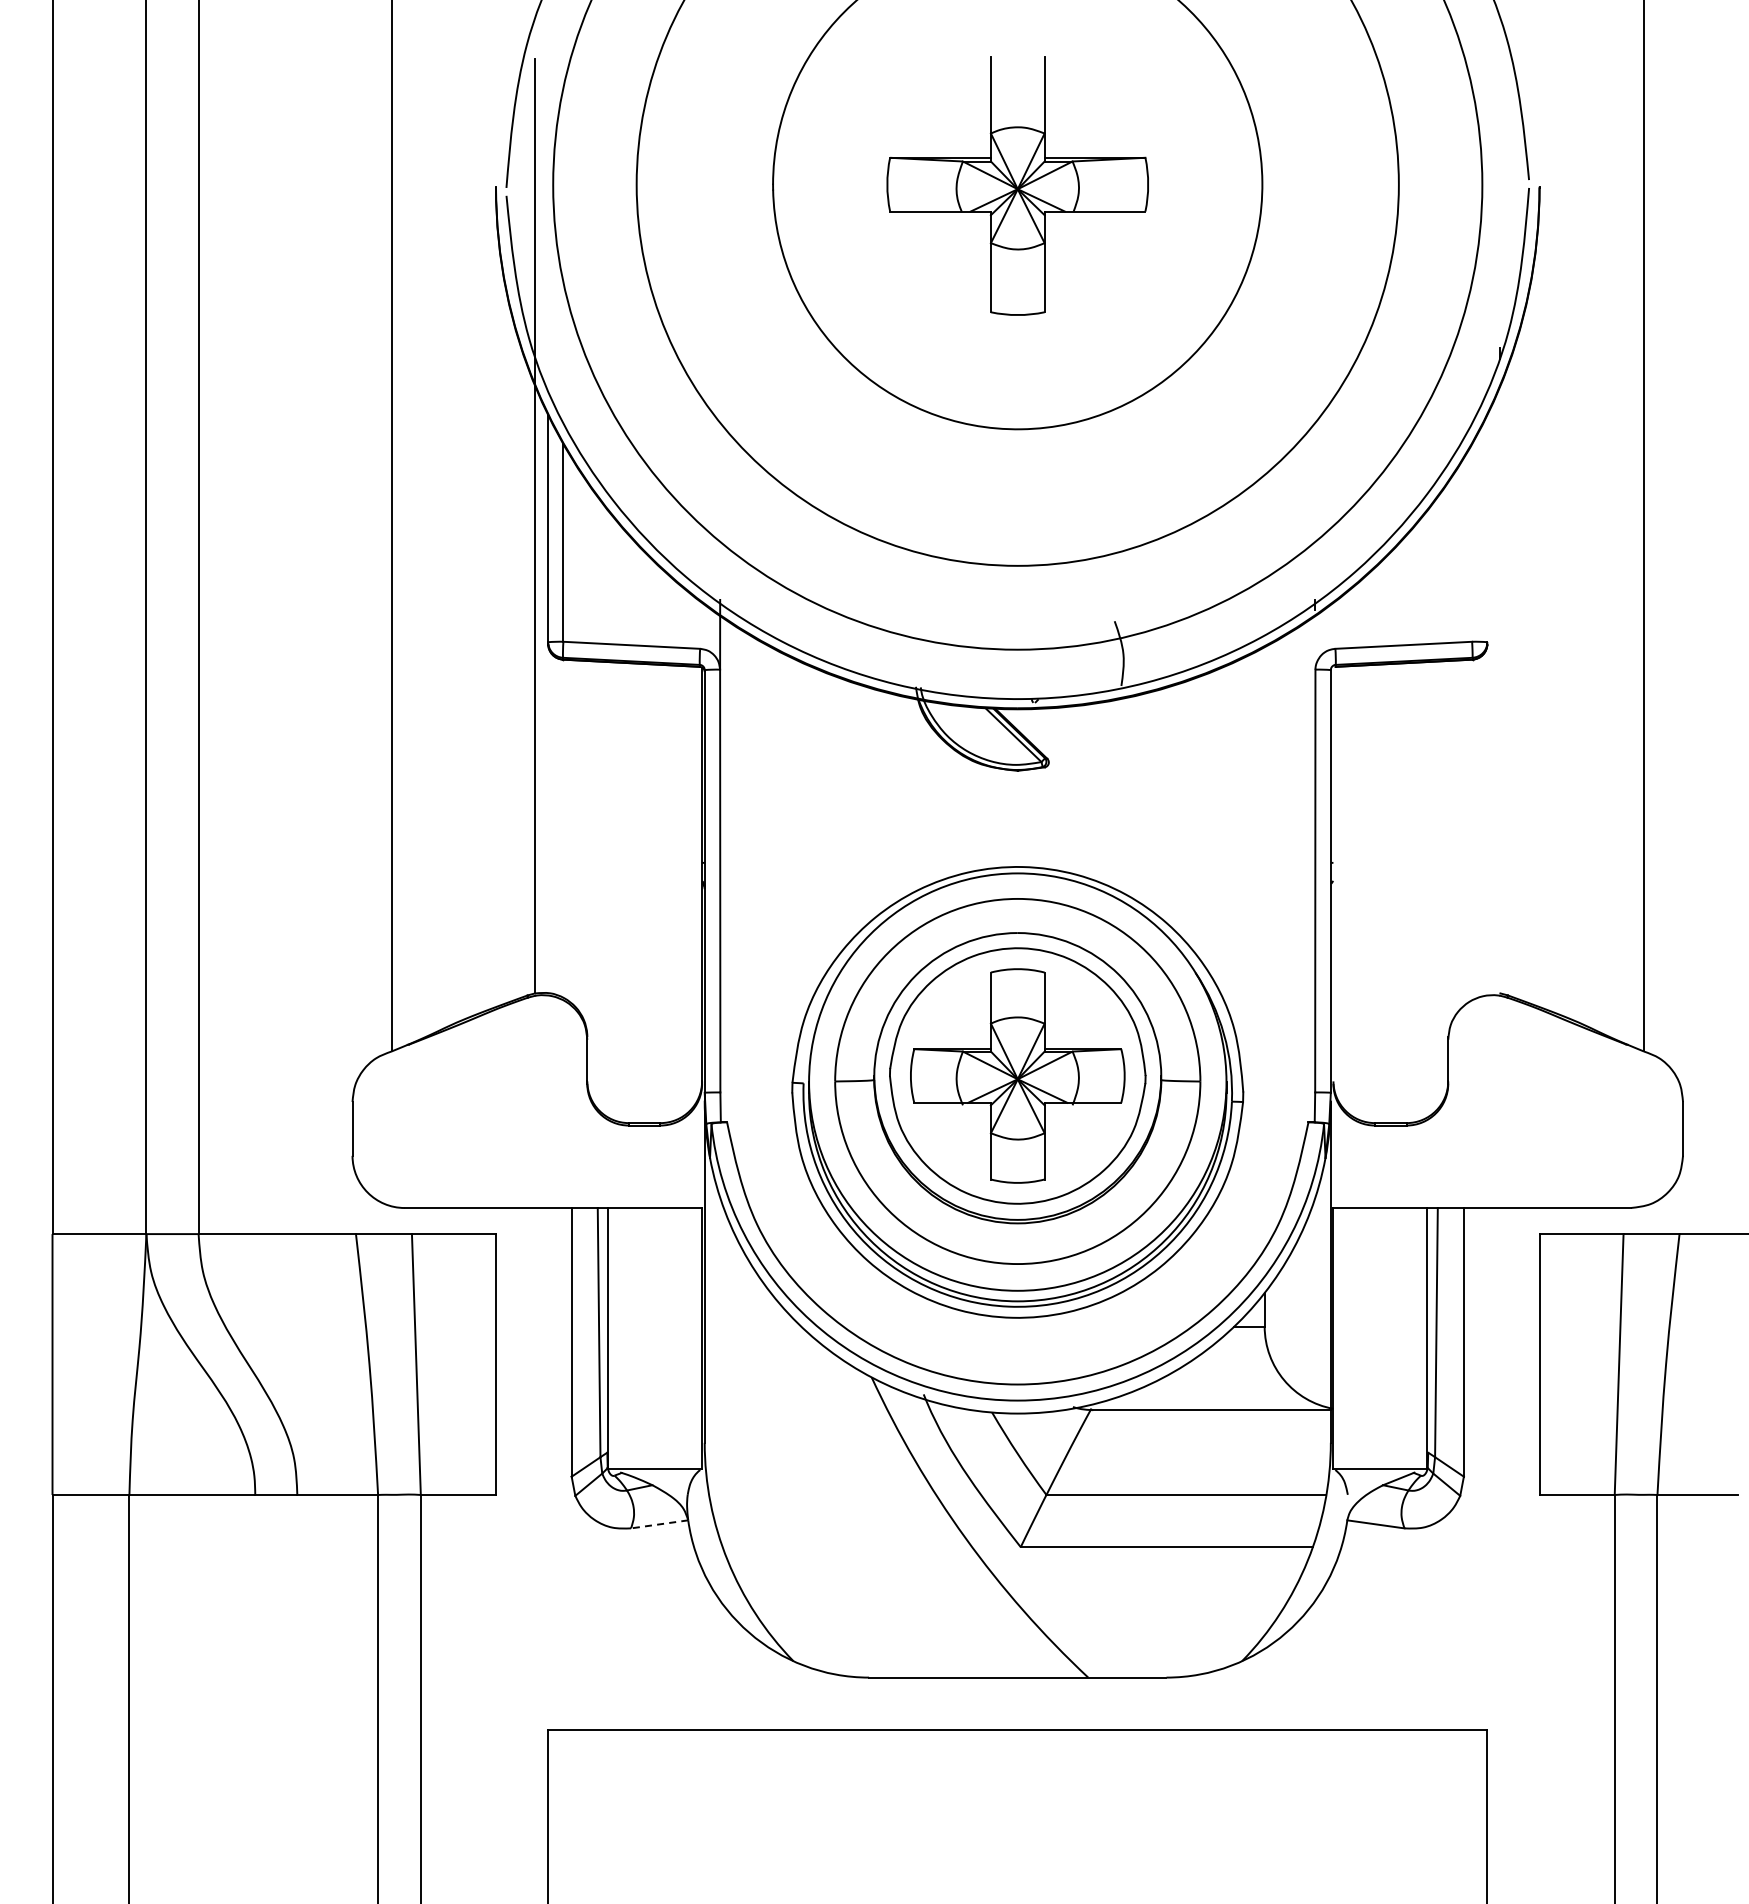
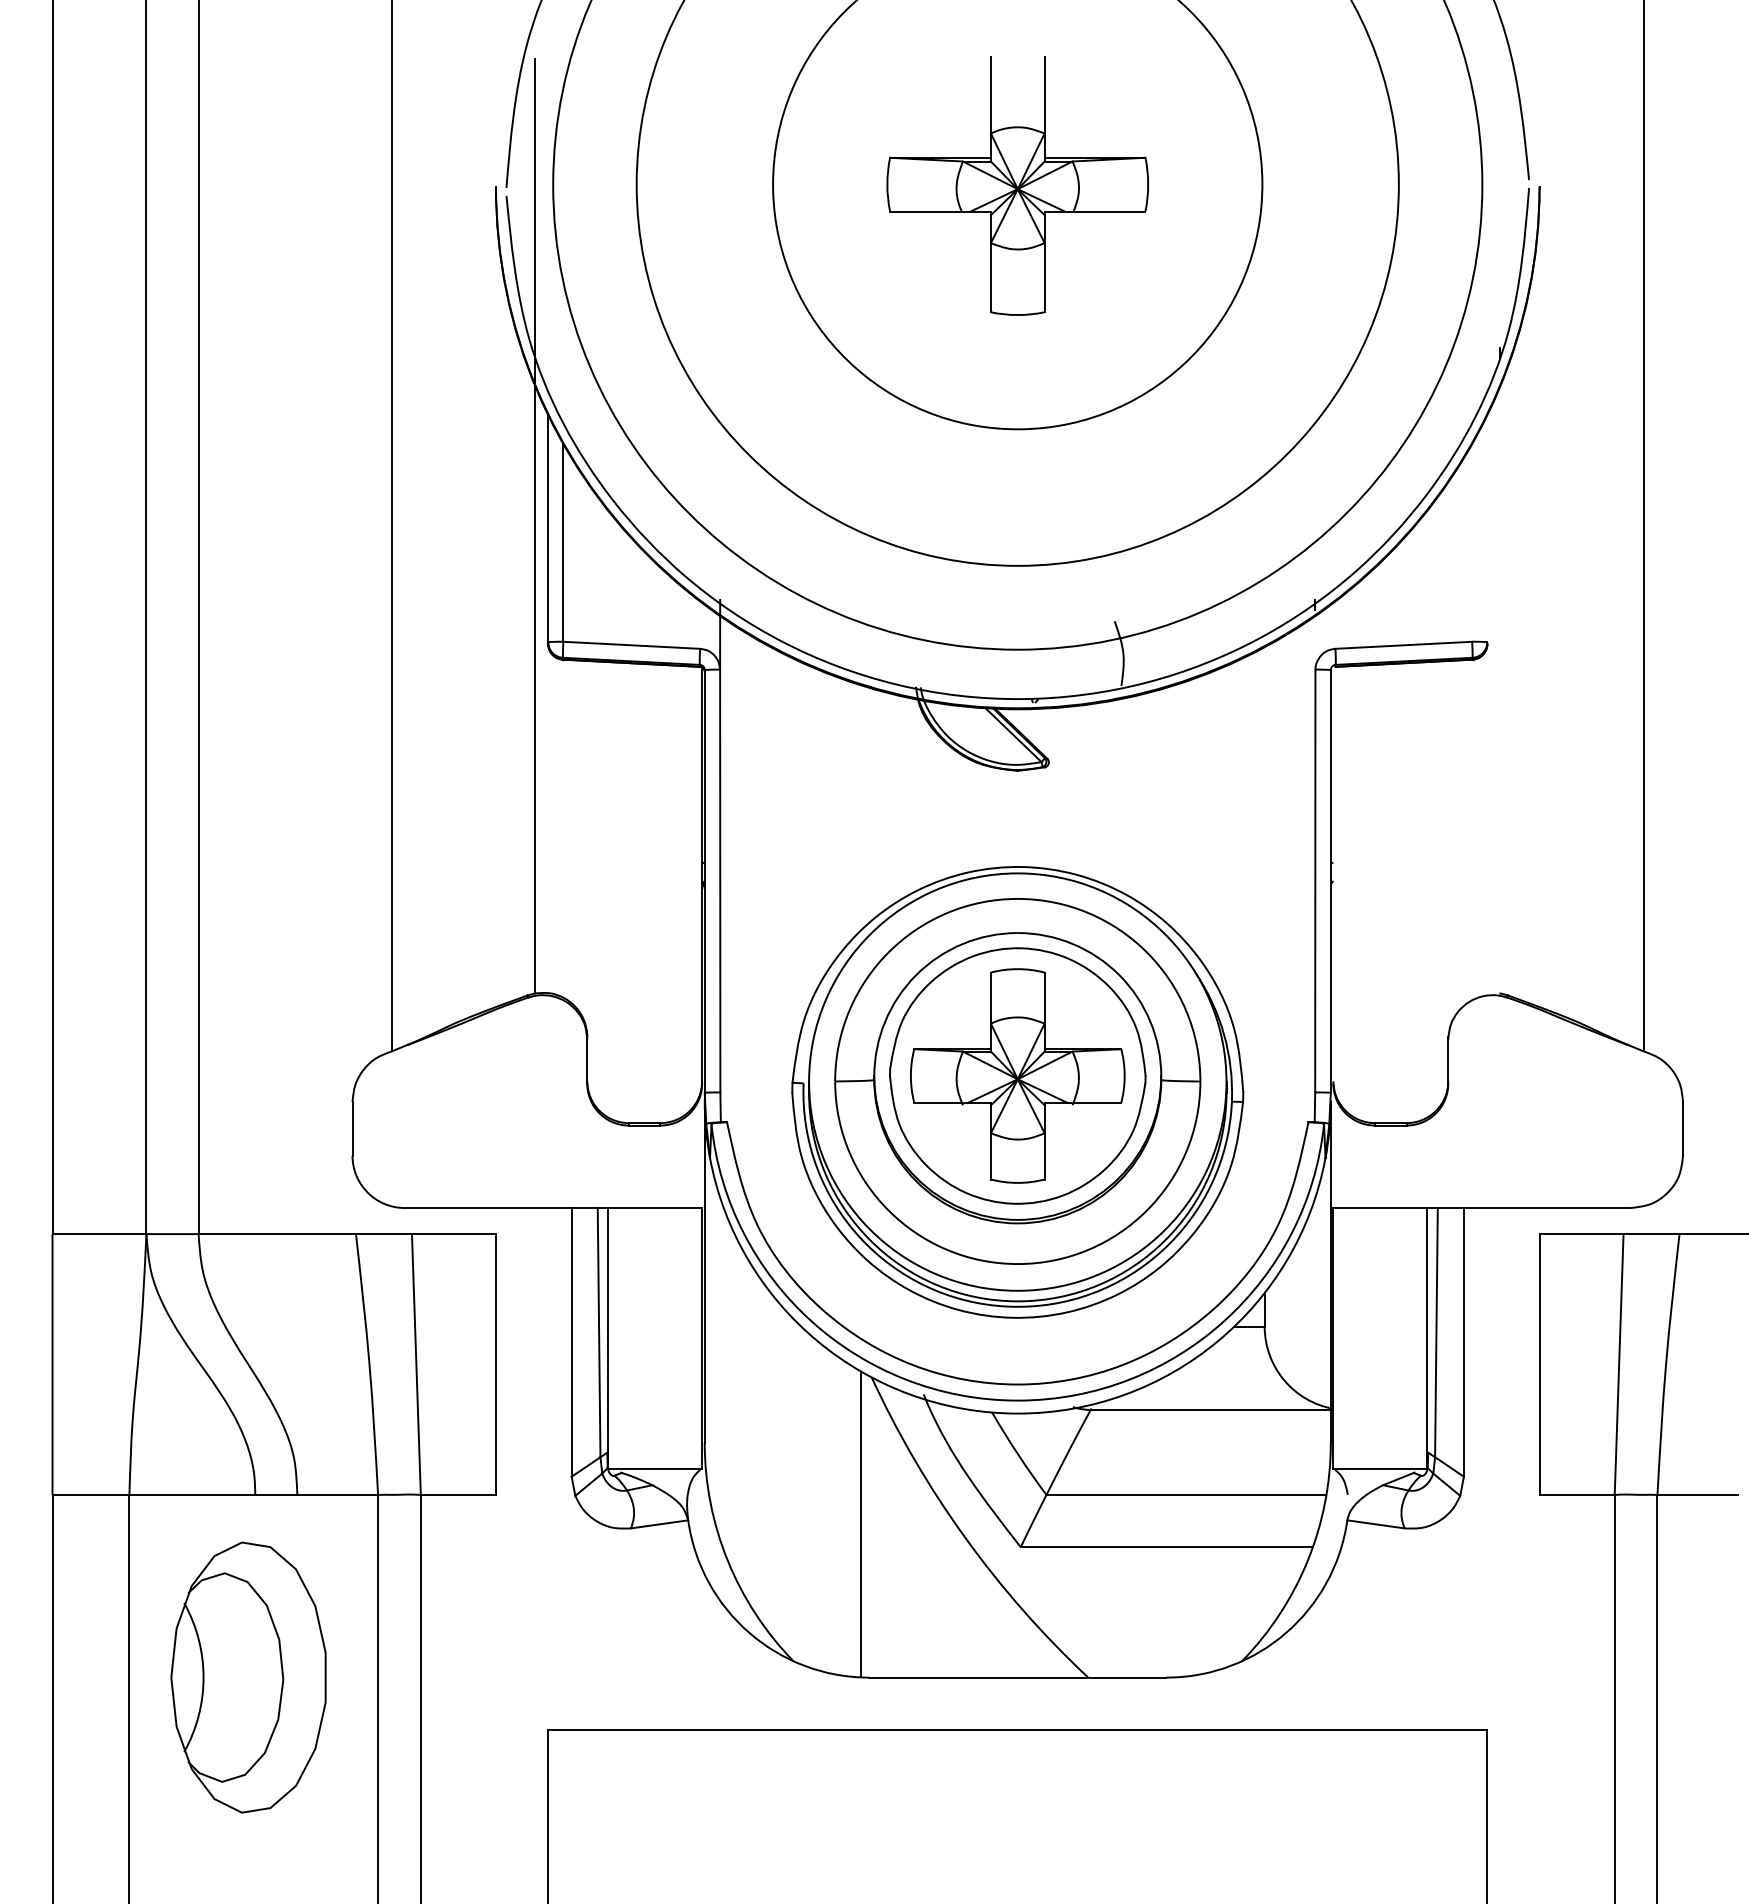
line at (659, 1524): dashed -> solid
line at (861, 1524): none -> present
part at (248, 1677): none -> present
